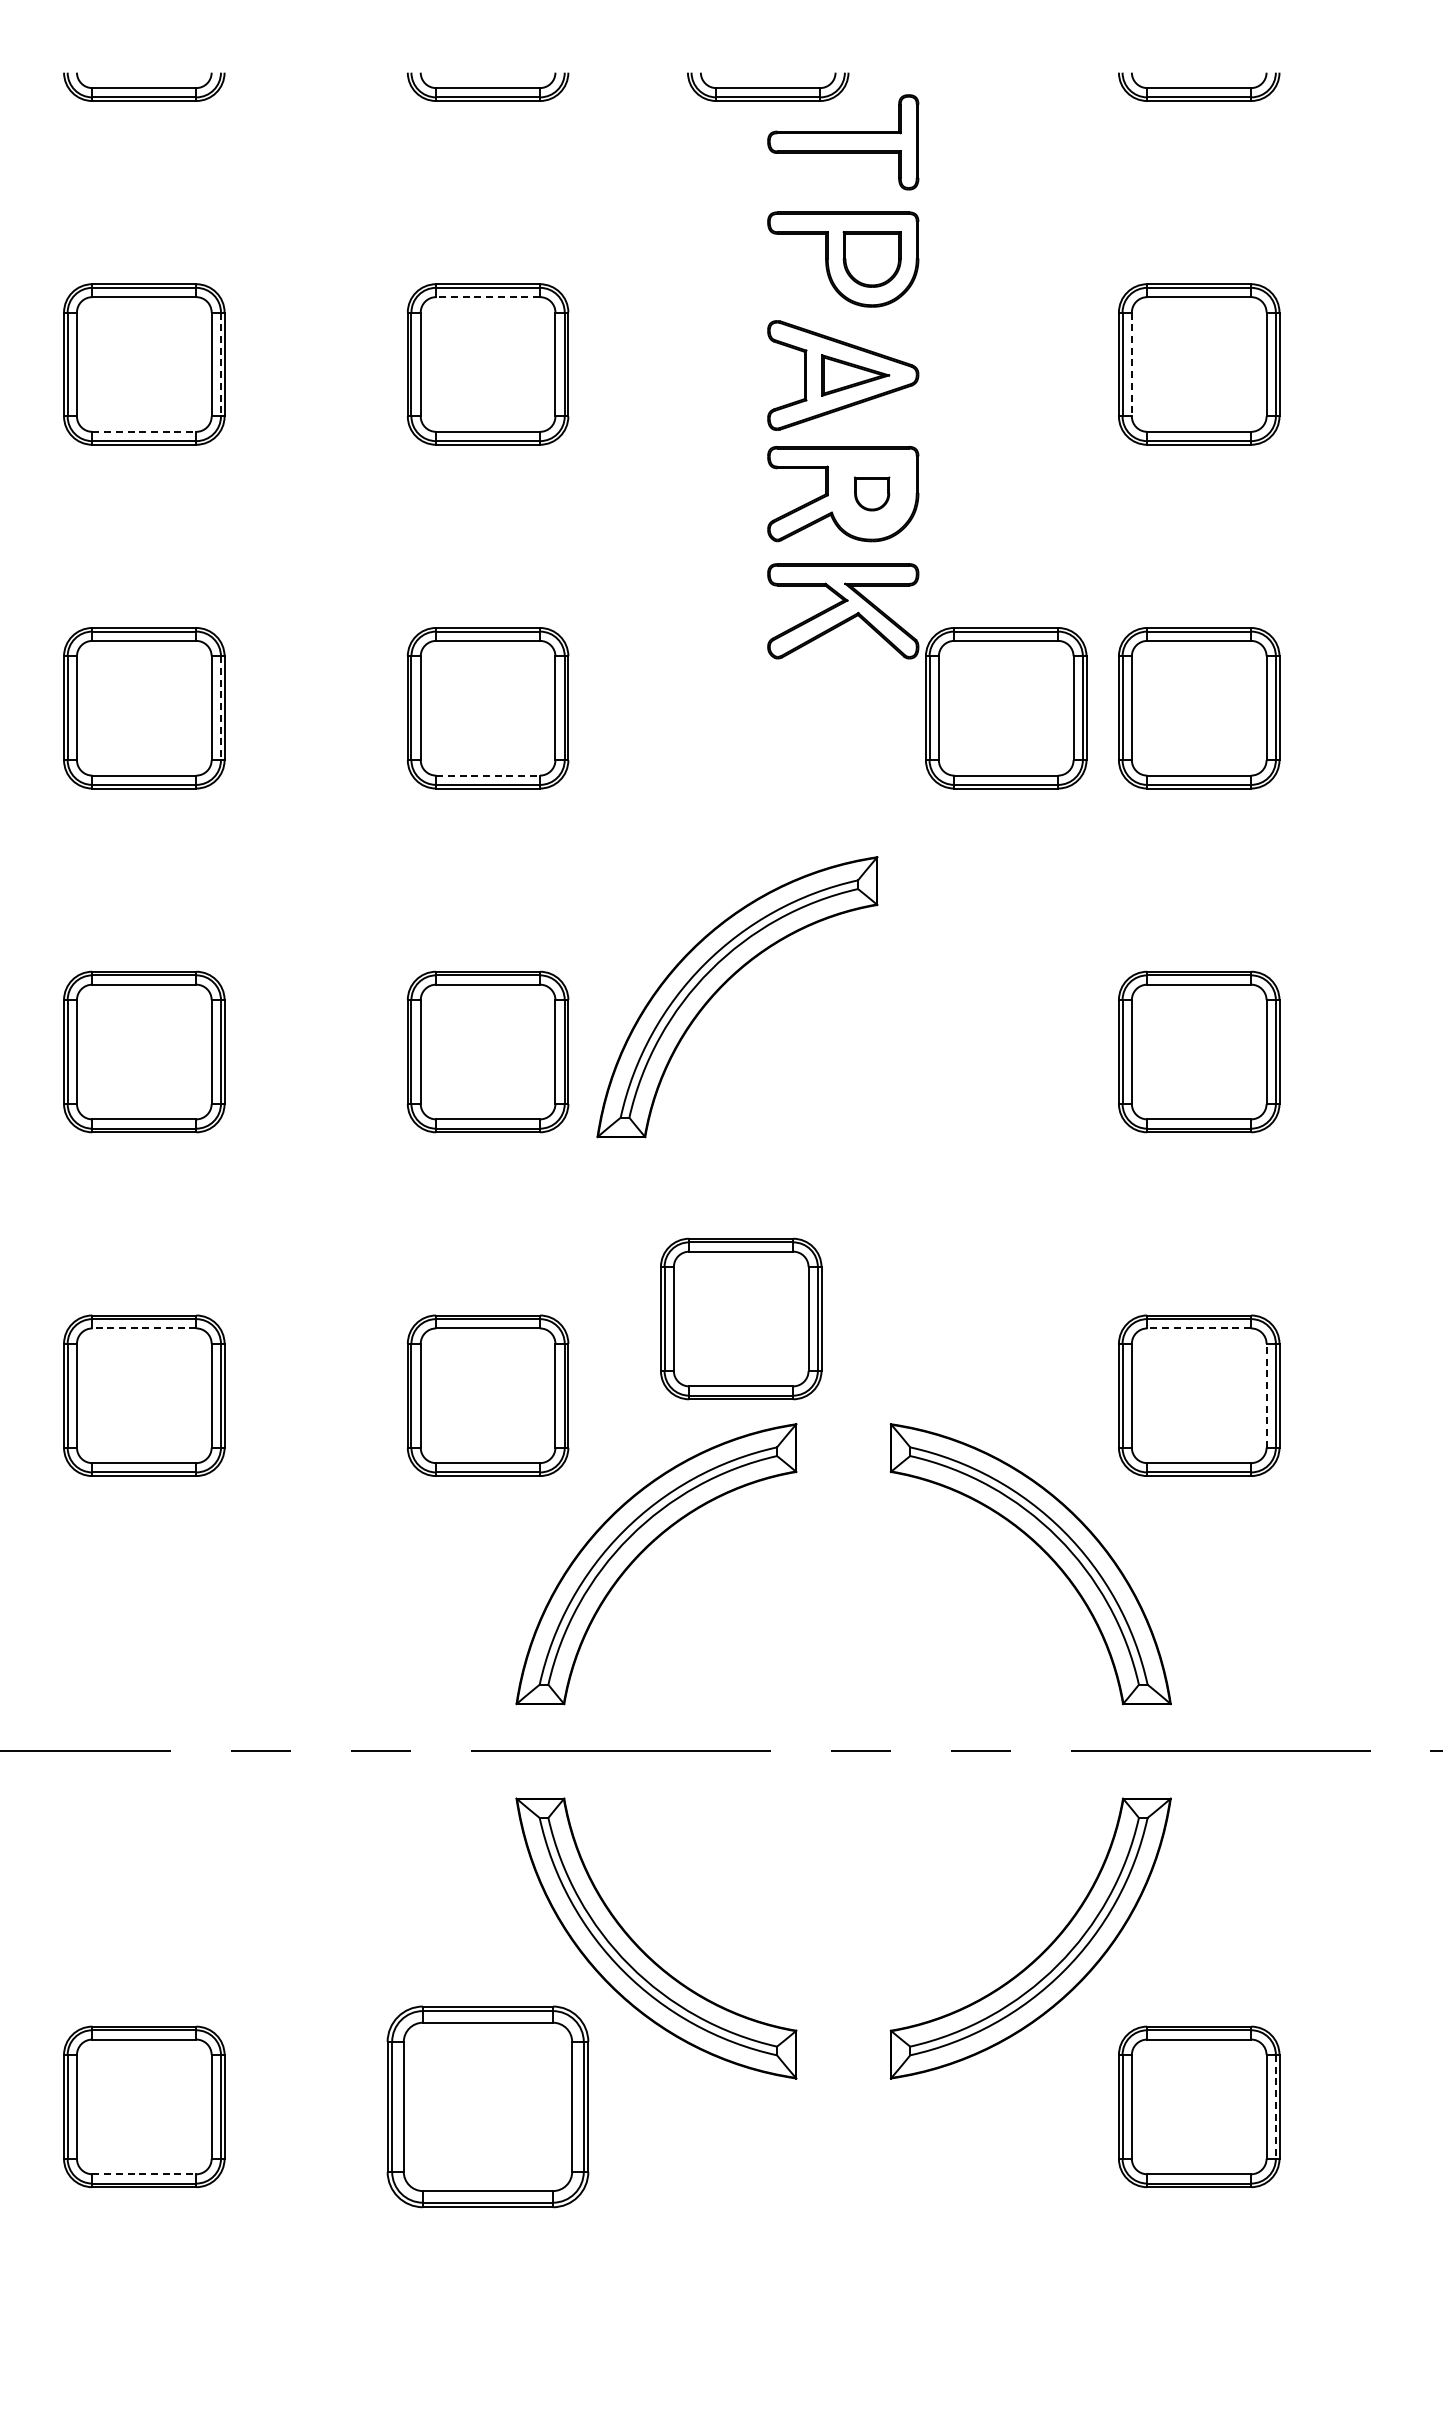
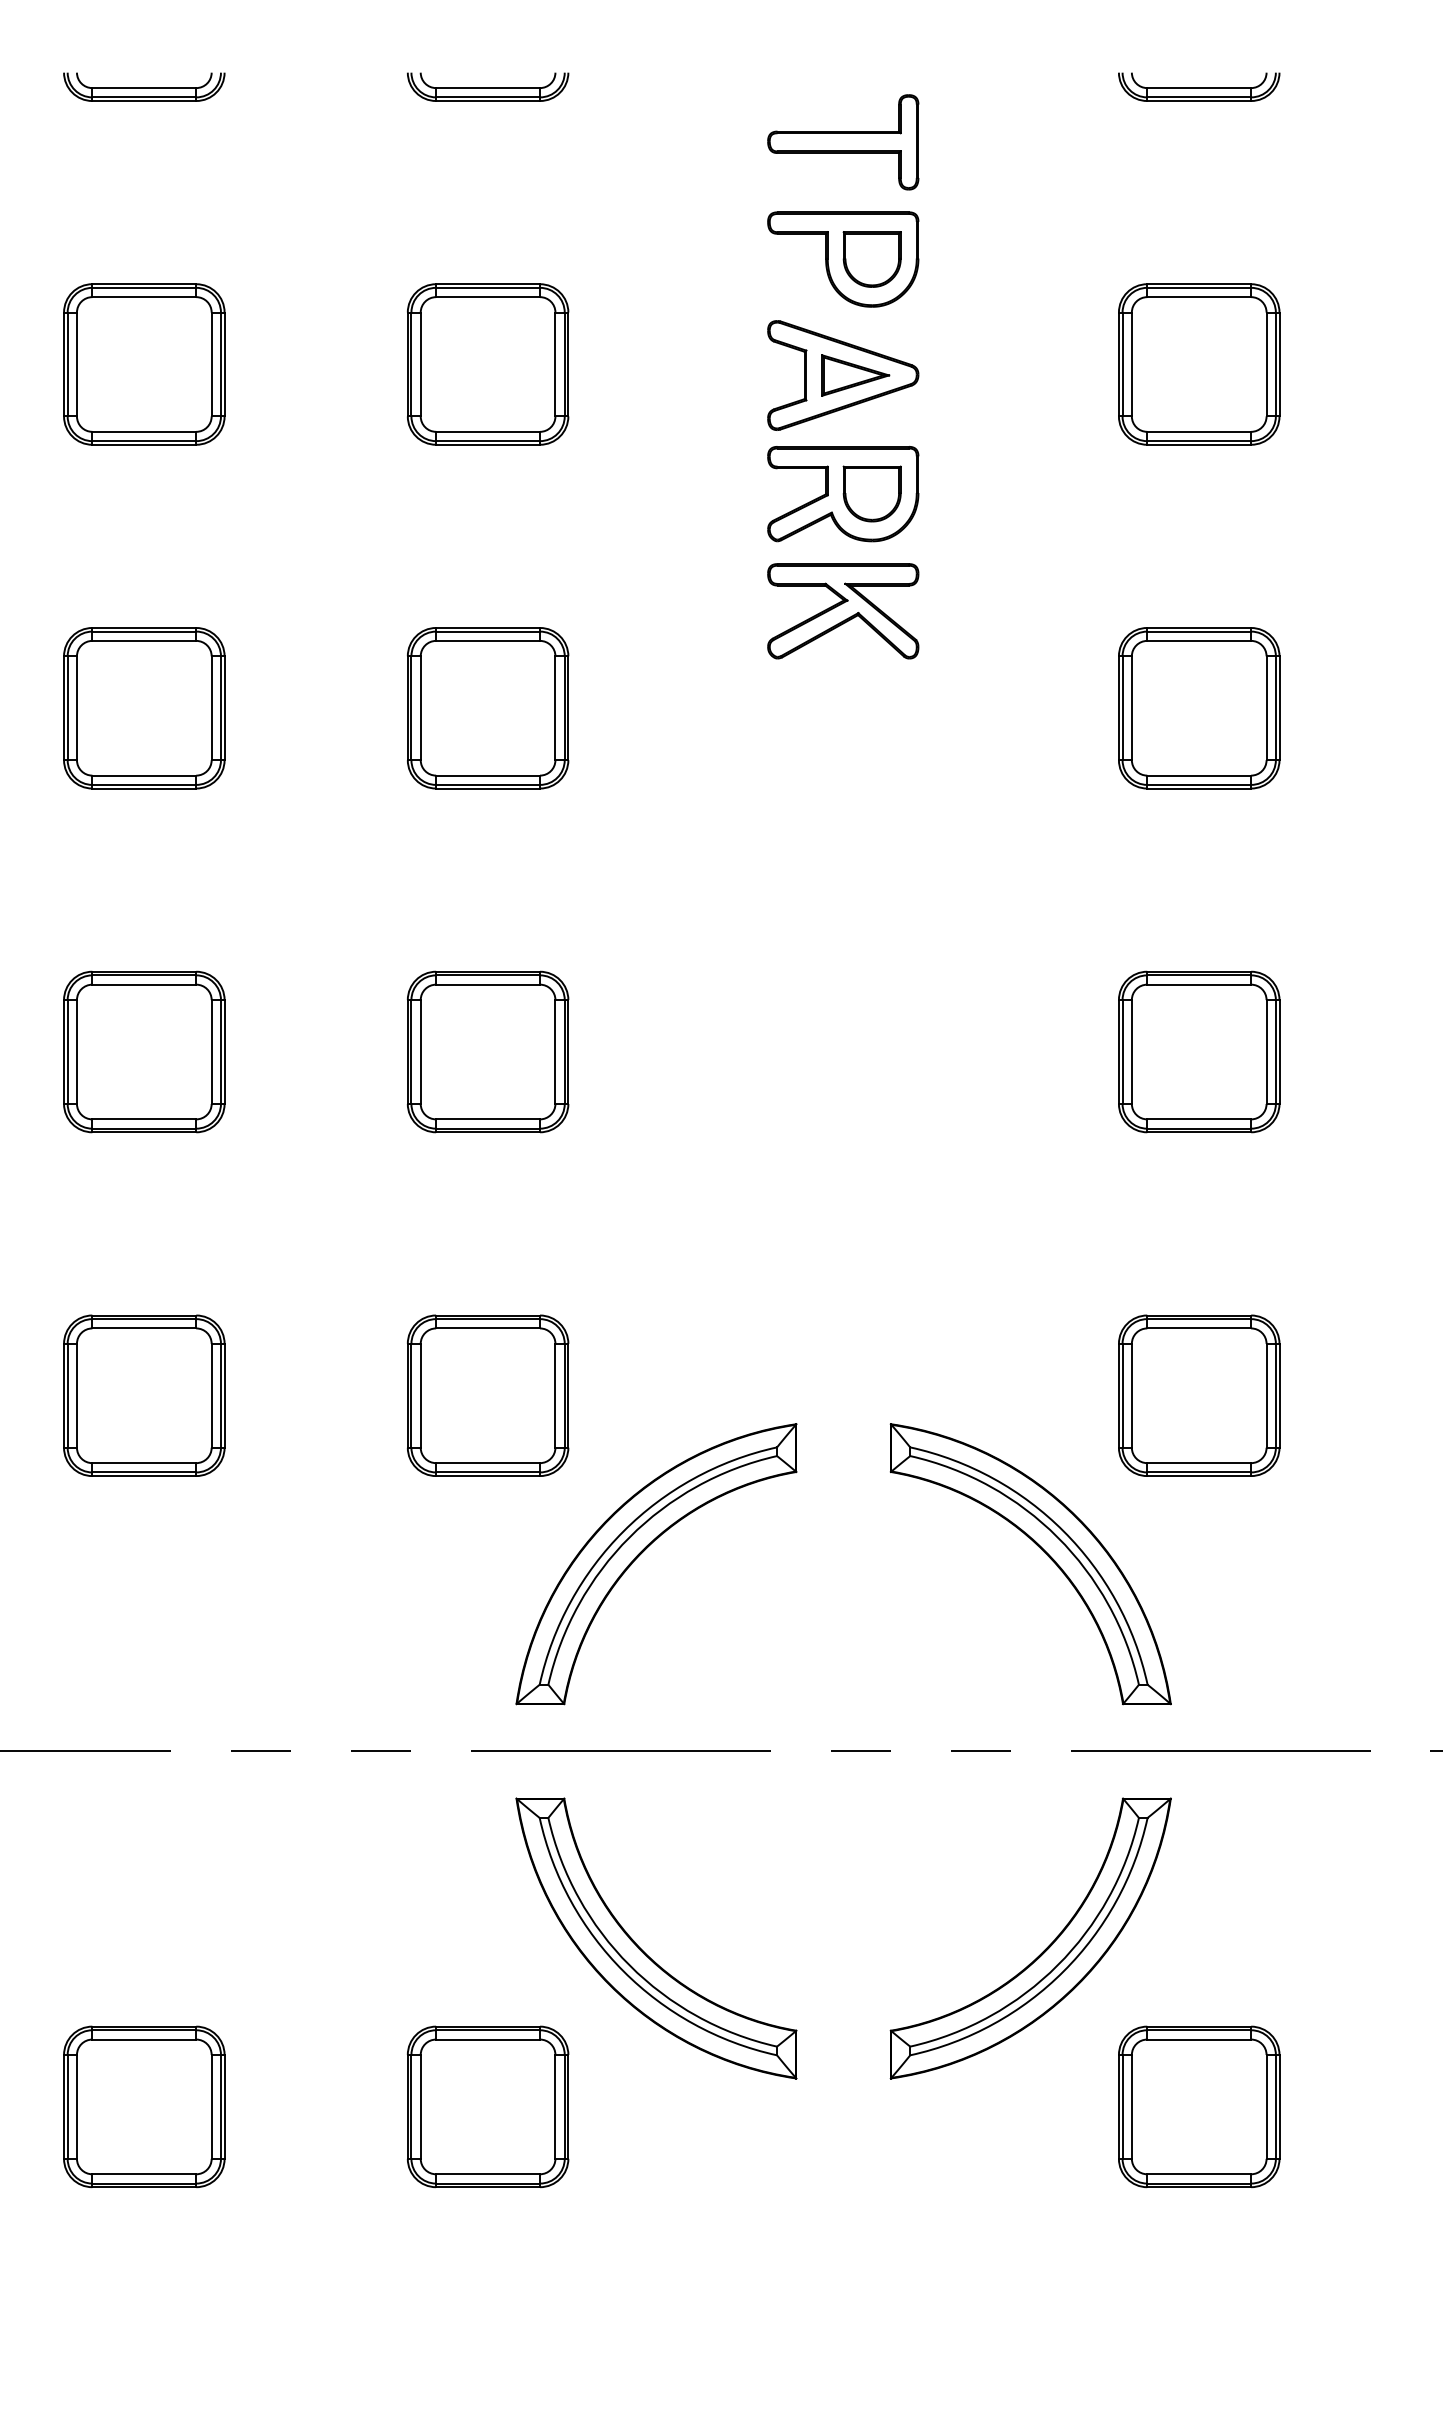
part at (768, 86): present -> none
line at (488, 297): dashed -> solid
line at (220, 364): dashed -> solid
line at (1131, 364): dashed -> solid
line at (144, 431): dashed -> solid
part at (872, 493) size: 37x36 px -> 60x58 px
line at (220, 708): dashed -> solid
part at (1006, 708): present -> none
line at (488, 775): dashed -> solid
part at (725, 984): present -> none
part at (741, 1318): present -> none
line at (144, 1328): dashed -> solid
line at (1199, 1328): dashed -> solid
line at (1266, 1395): dashed -> solid
part at (487, 2106) size: 204x204 px -> 163x164 px
line at (1275, 2106): dashed -> solid
line at (144, 2174): dashed -> solid
